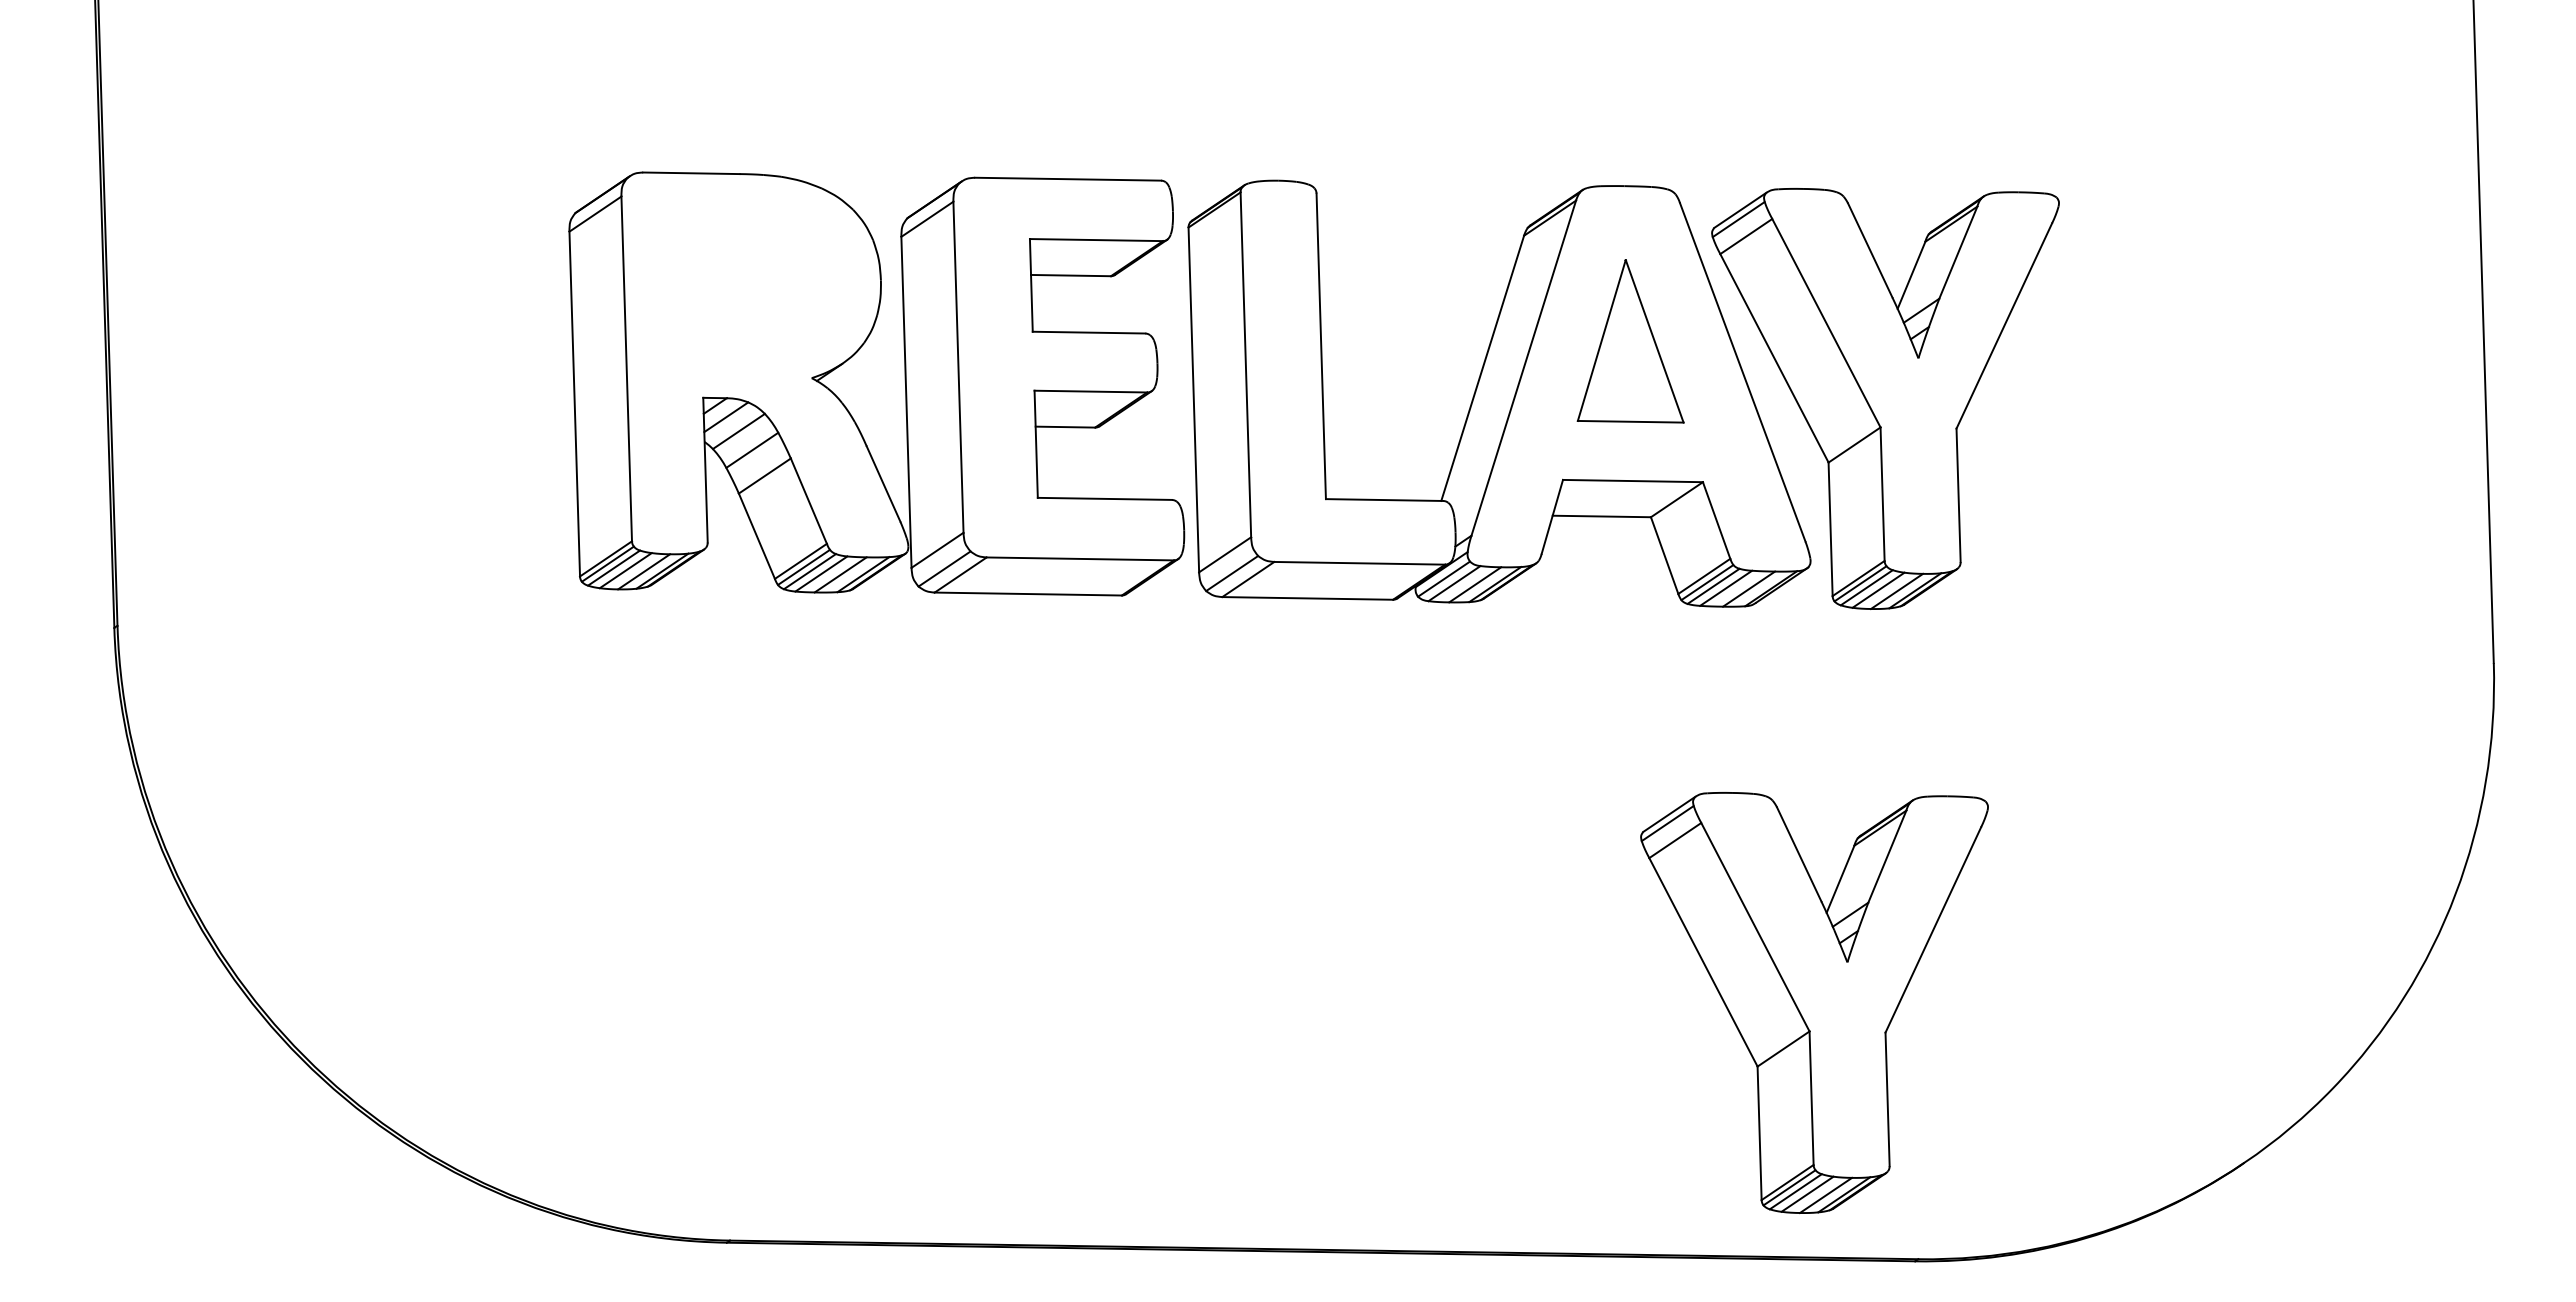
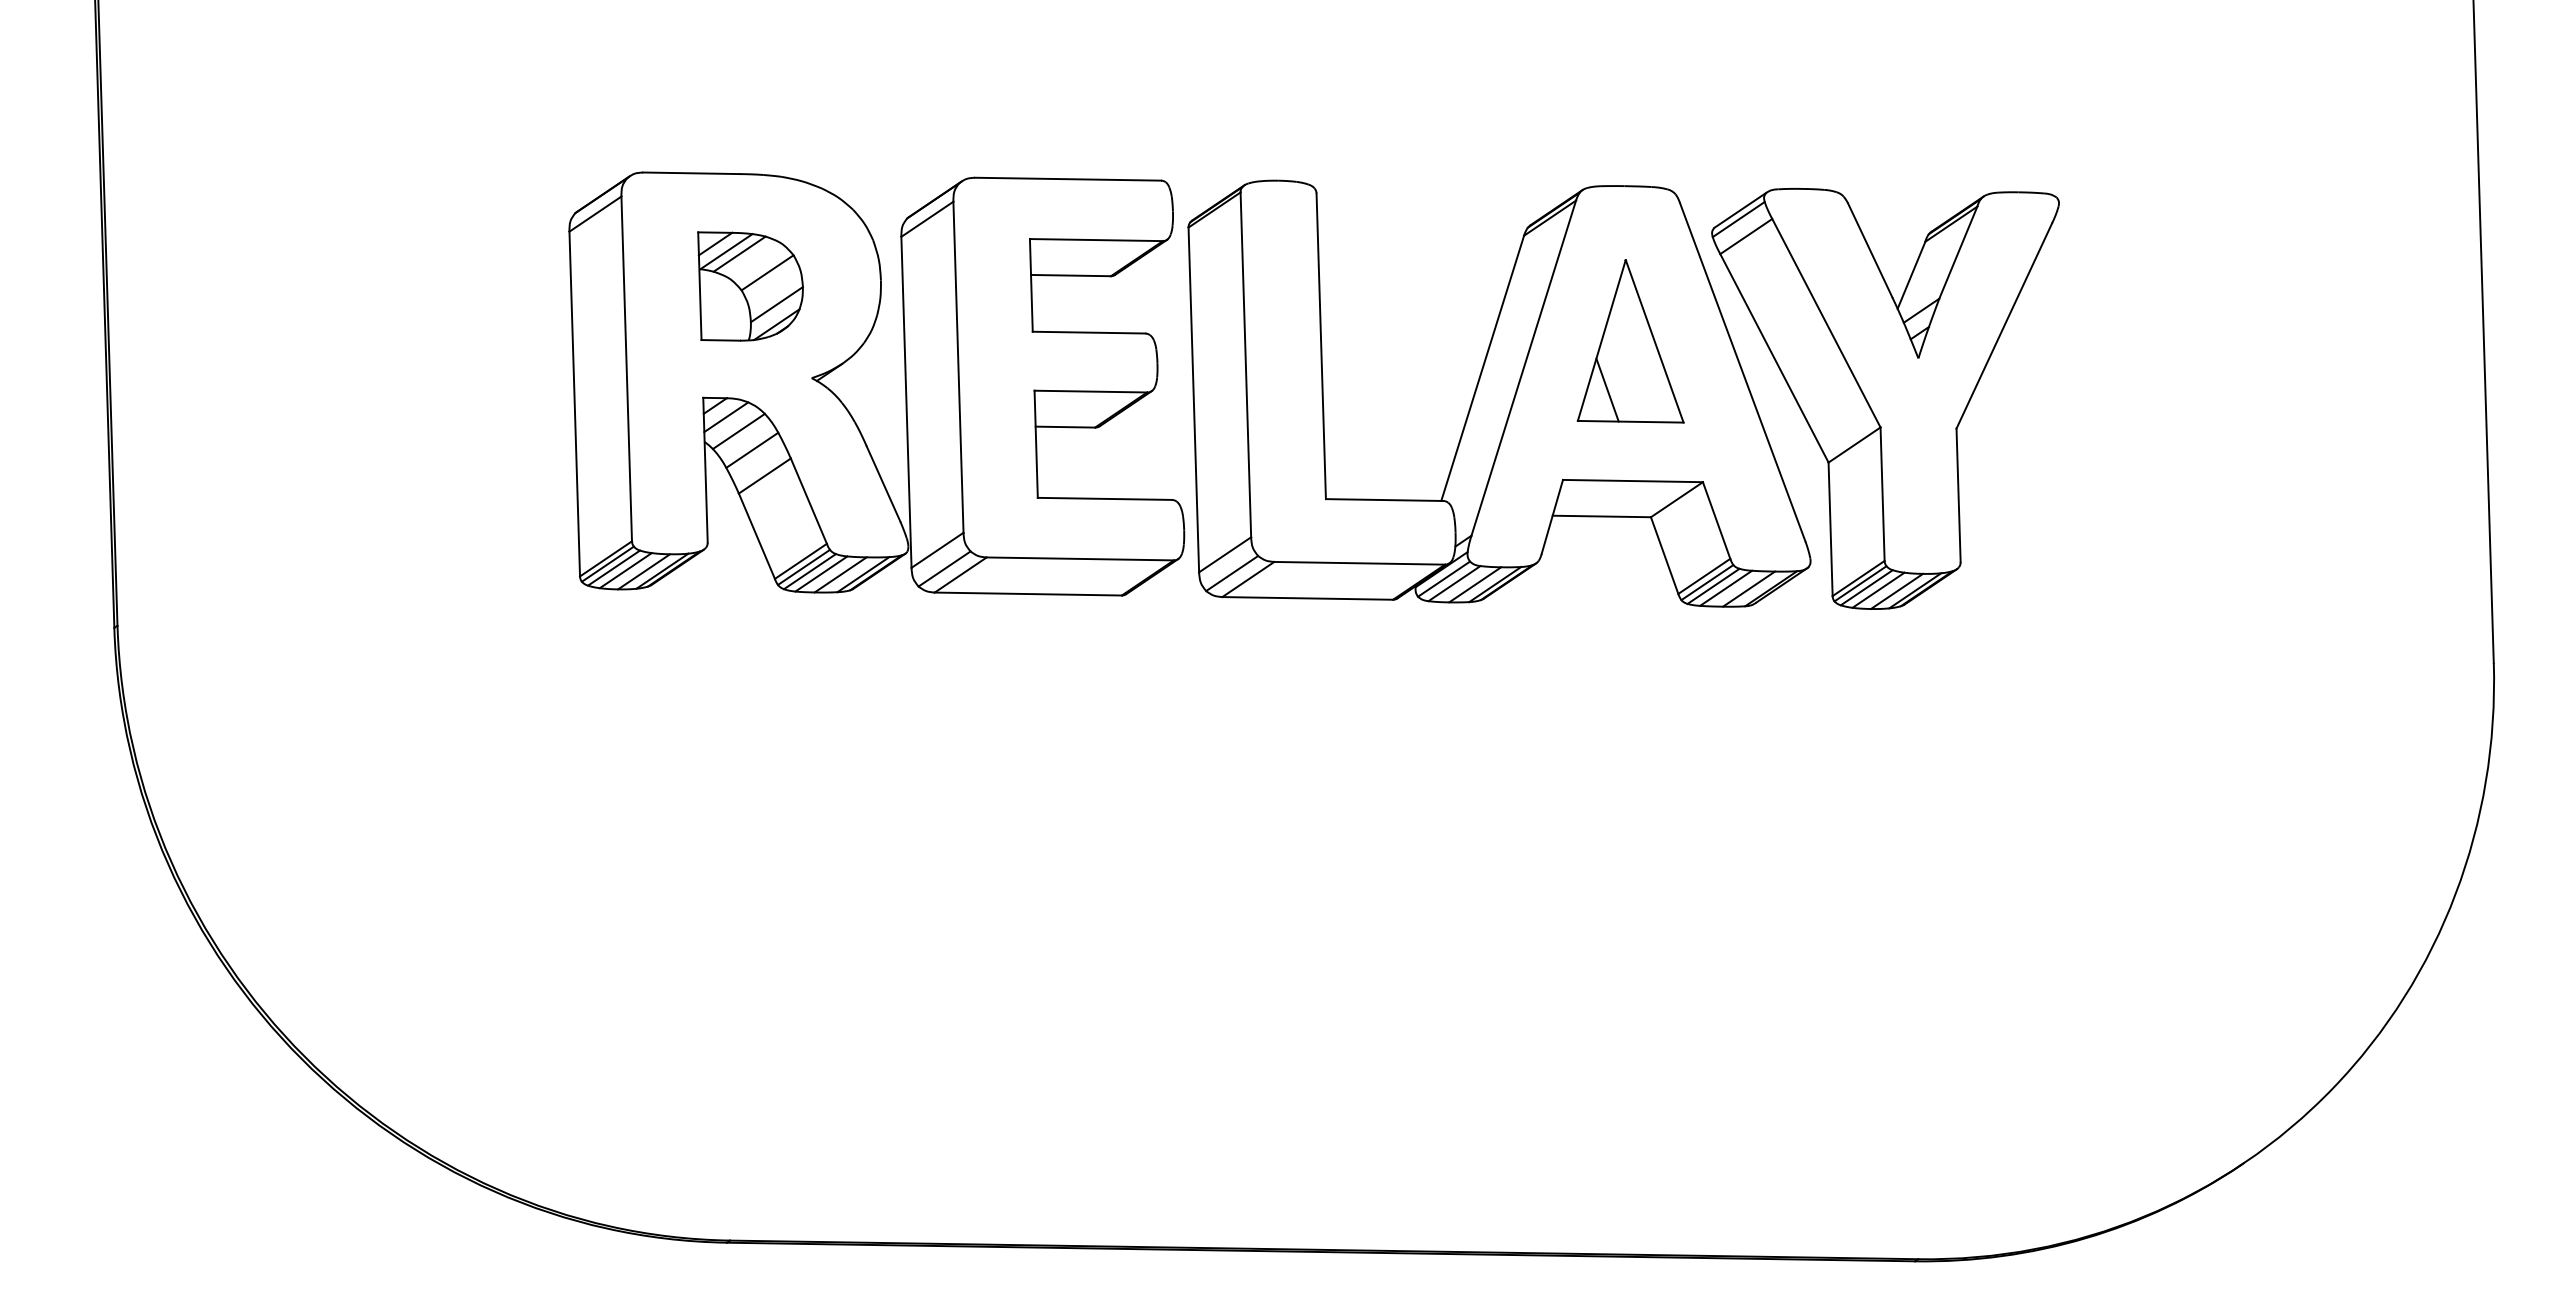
part at (750, 286): none -> present
line at (1607, 389): none -> present
part at (1814, 1002): present -> none
